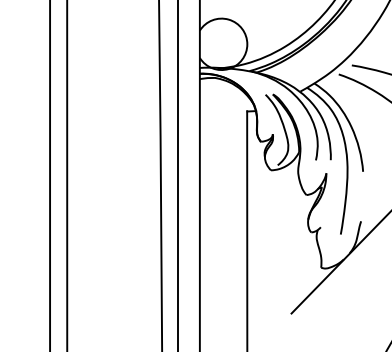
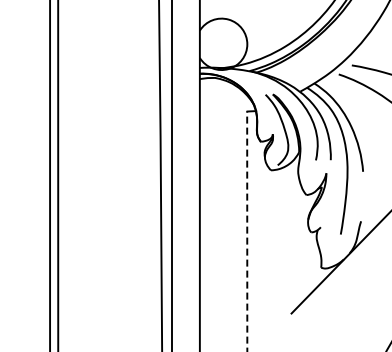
line at (67, 175) position: (67, 175) -> (58, 175)
line at (178, 175) position: (178, 175) -> (172, 175)
line at (247, 230): solid -> dashed
